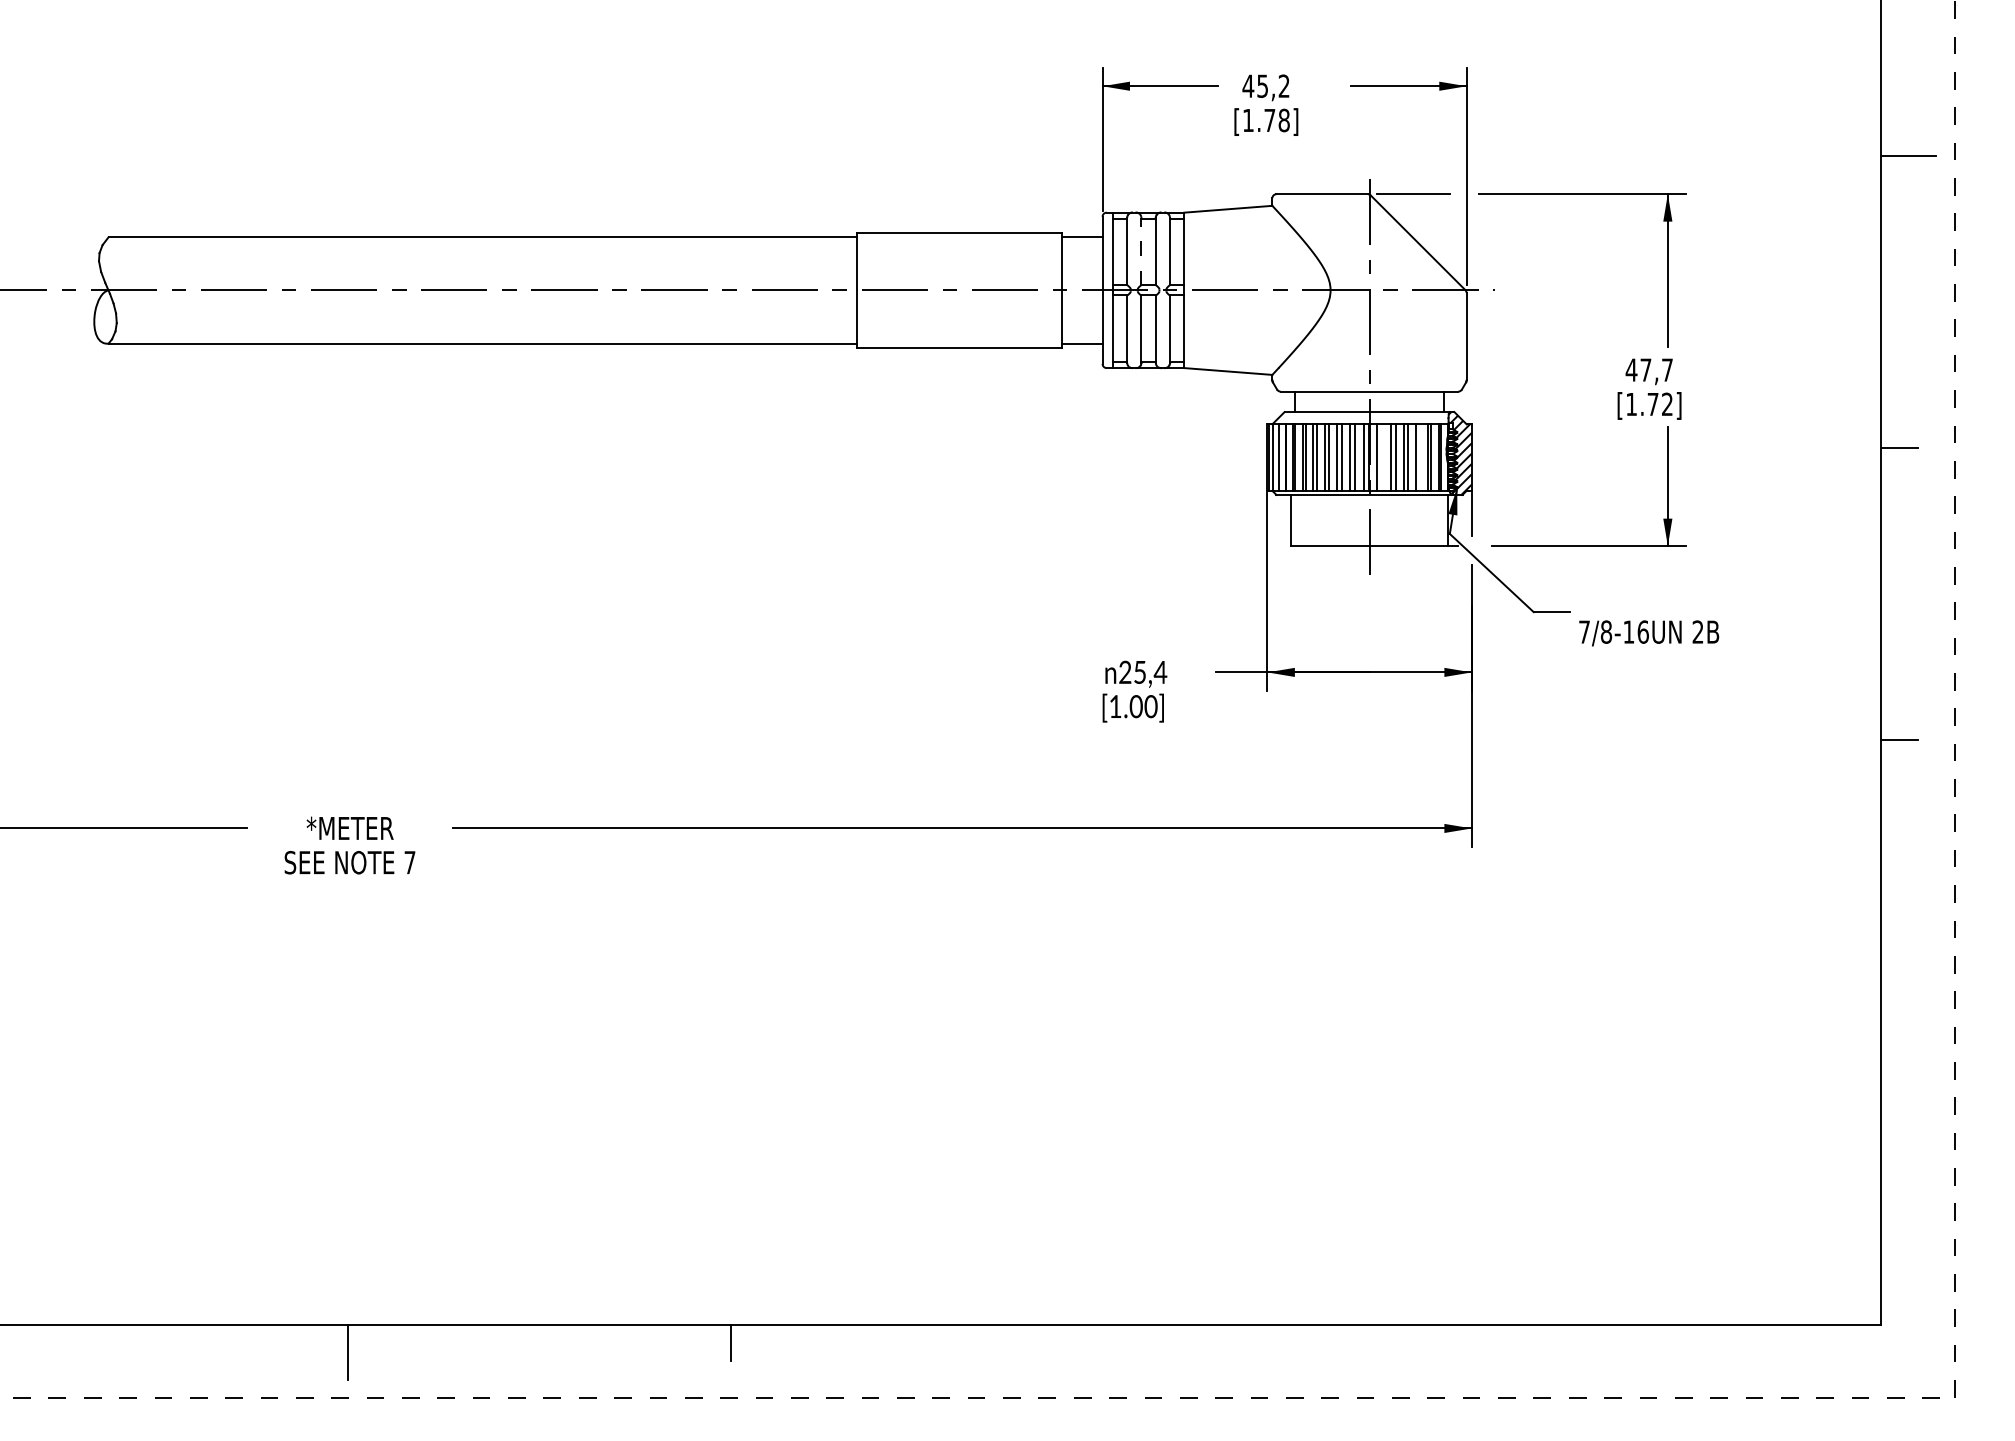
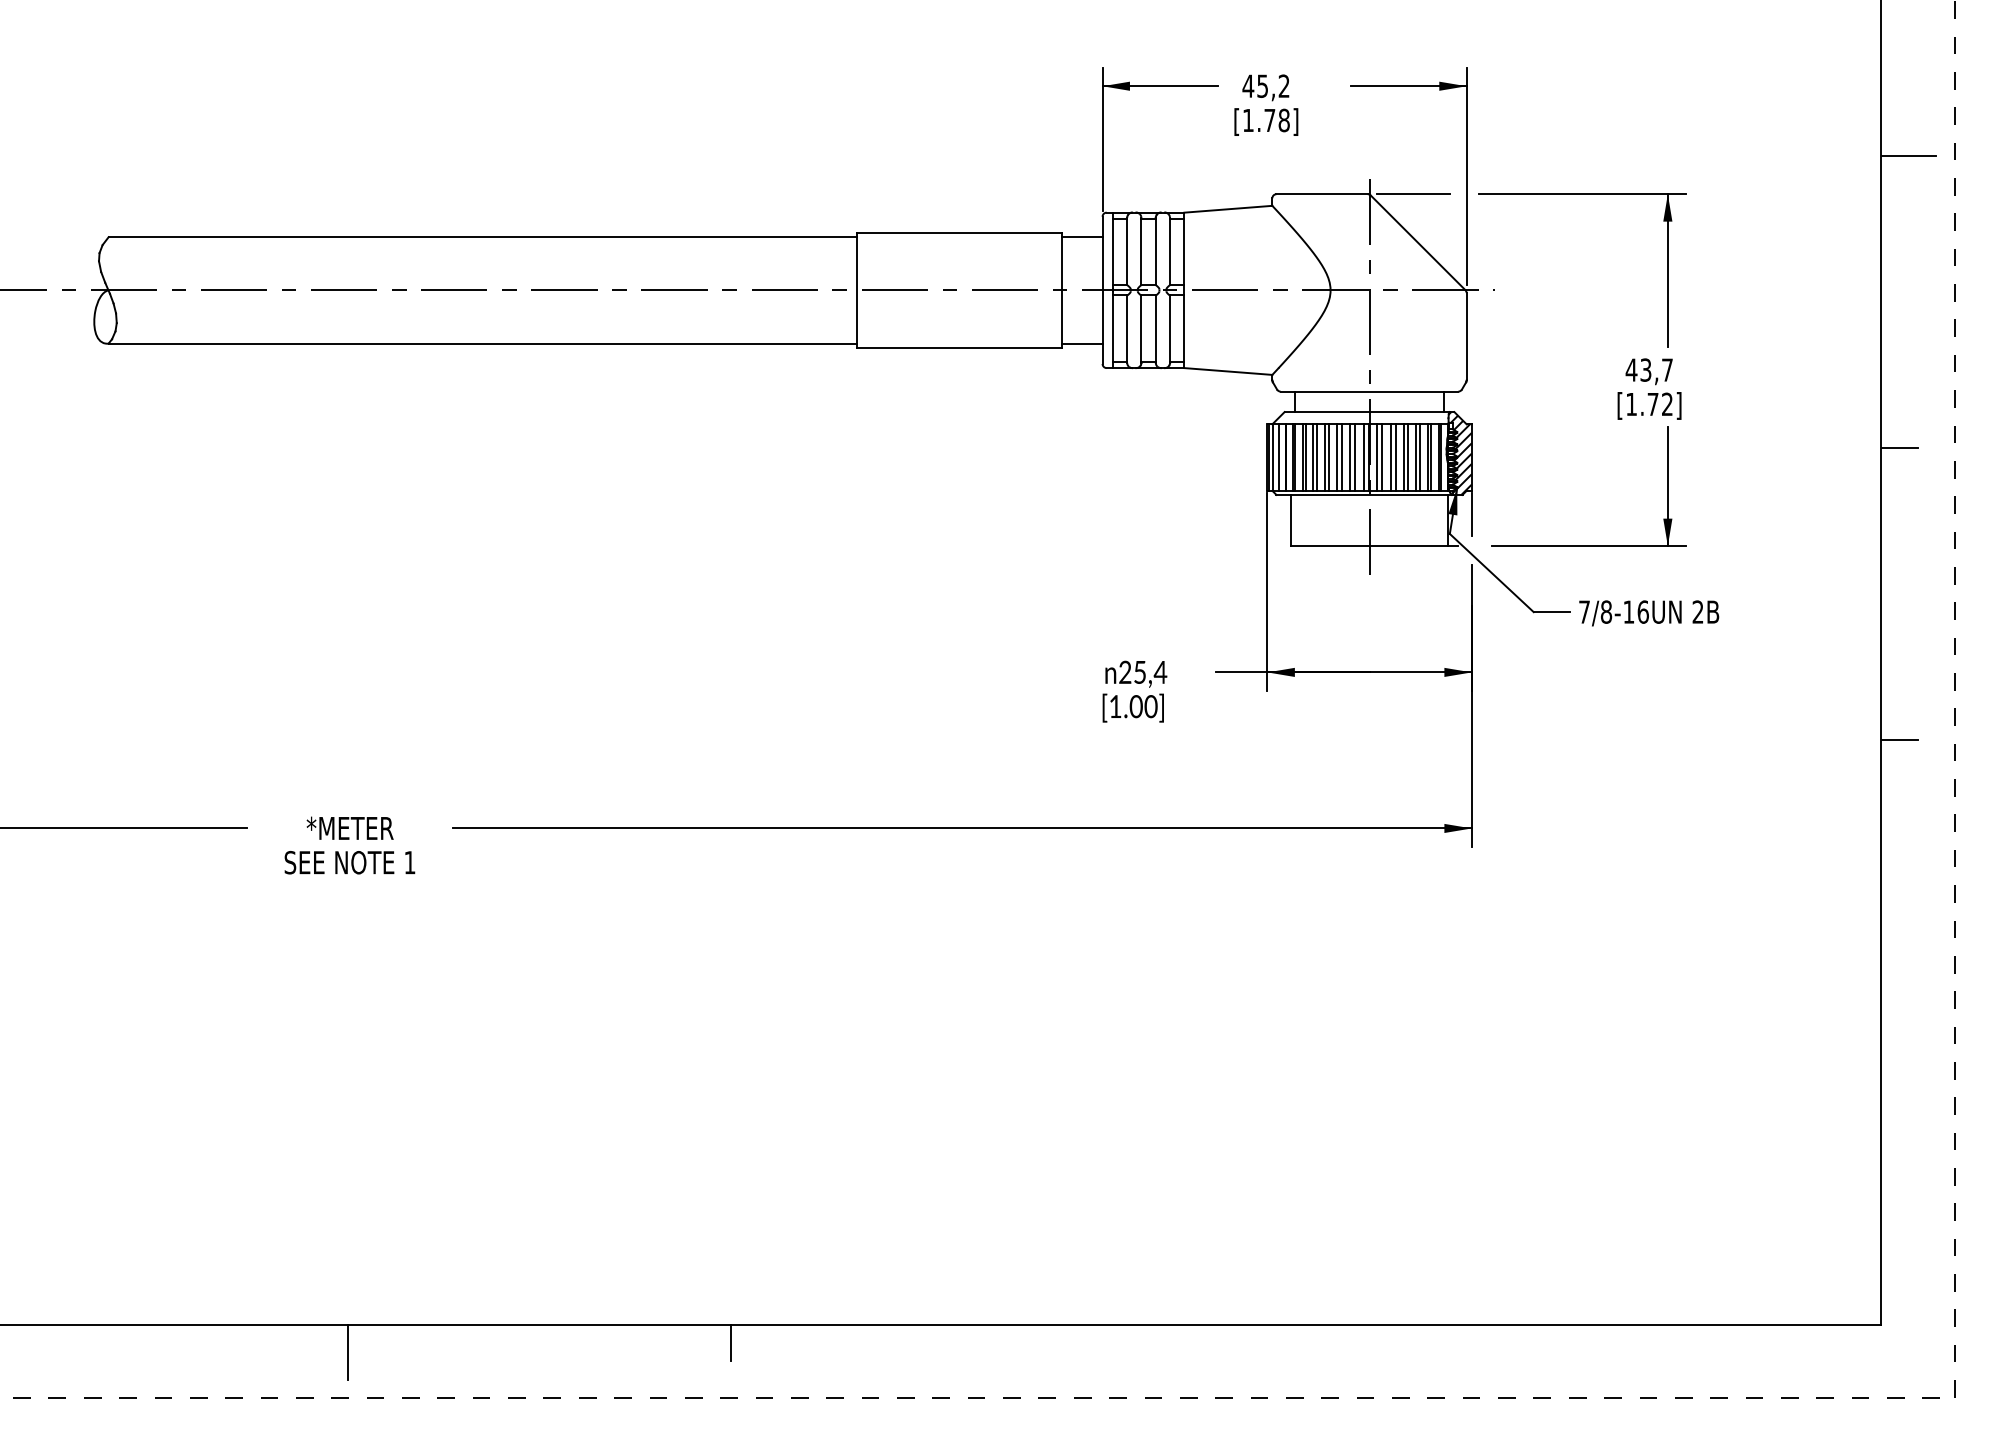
line at (1141, 251): dashed -> solid
text at (1645, 369): 47,7 -> 43,7
line at (1382, 457): none -> present
line at (1420, 457): none -> present
text at (1649, 633) position: (1649, 633) -> (1649, 613)
text at (409, 862): 7 -> 1
